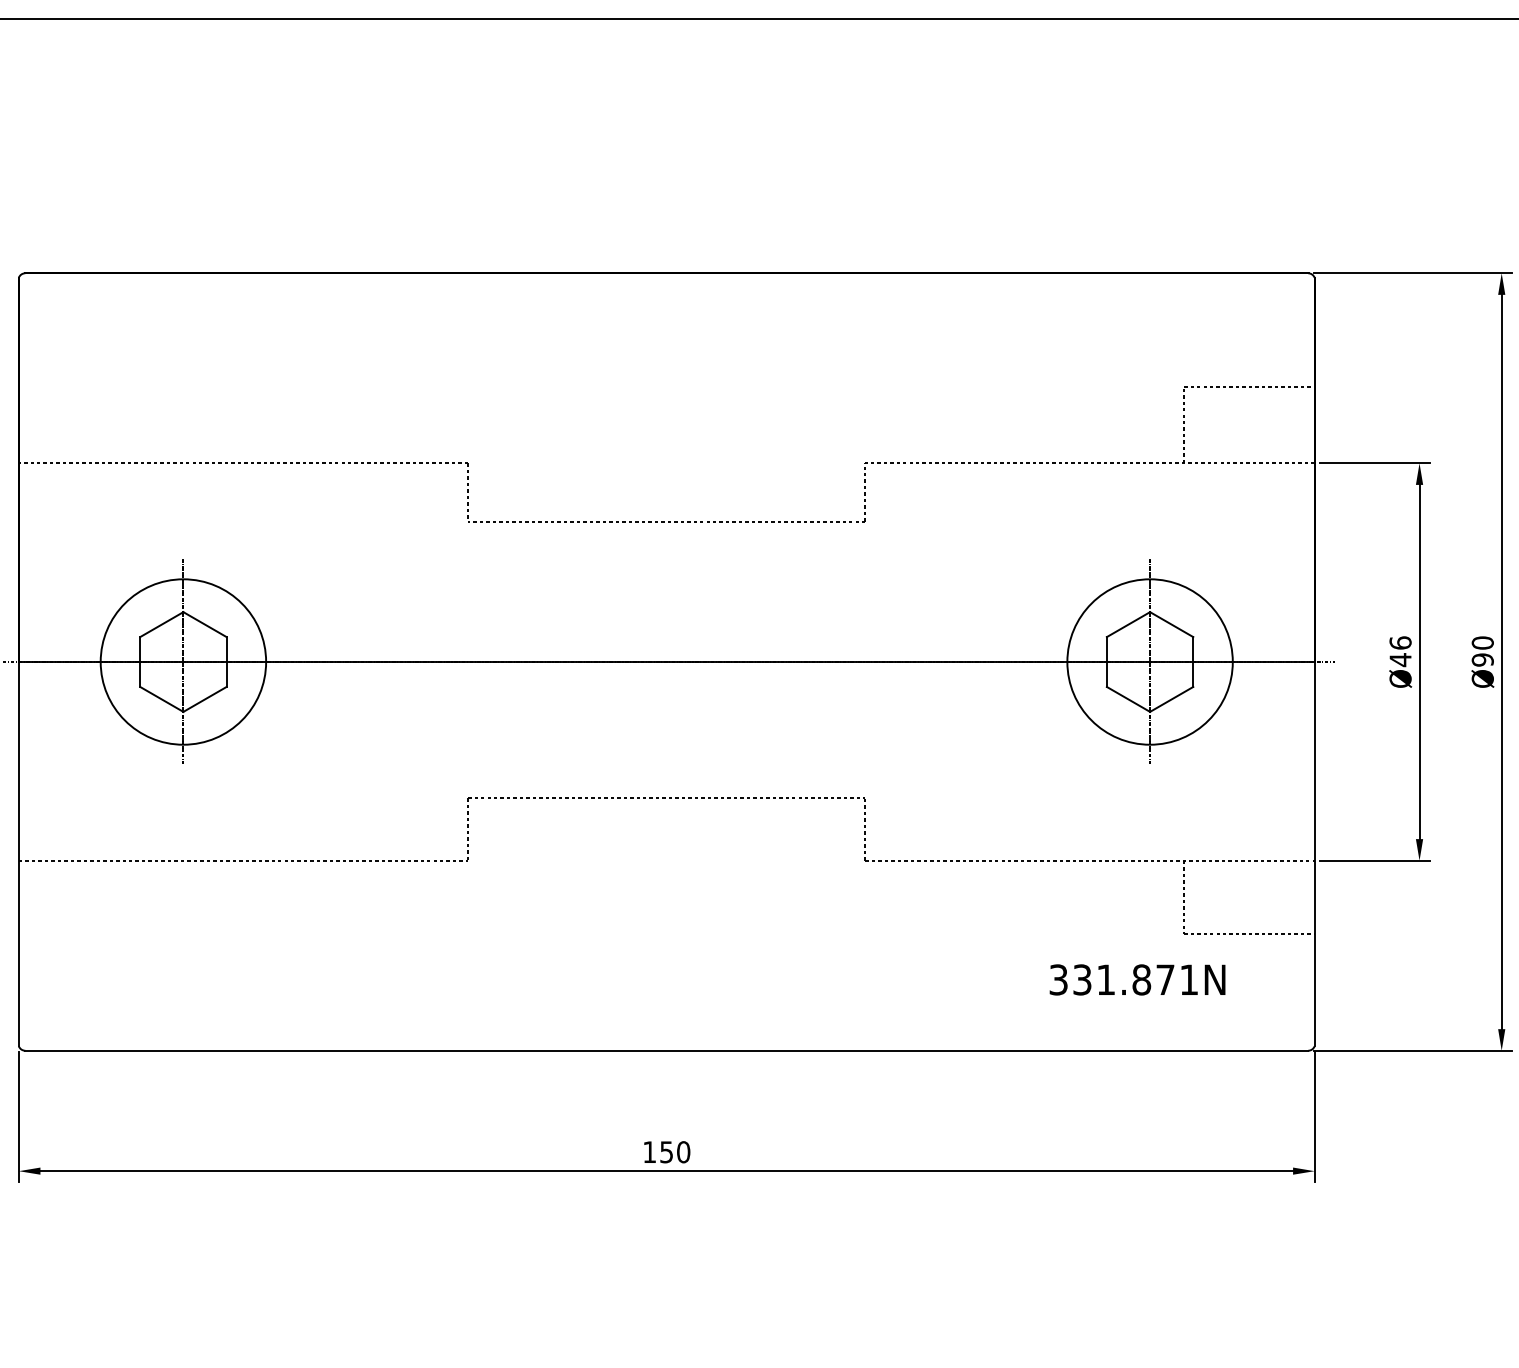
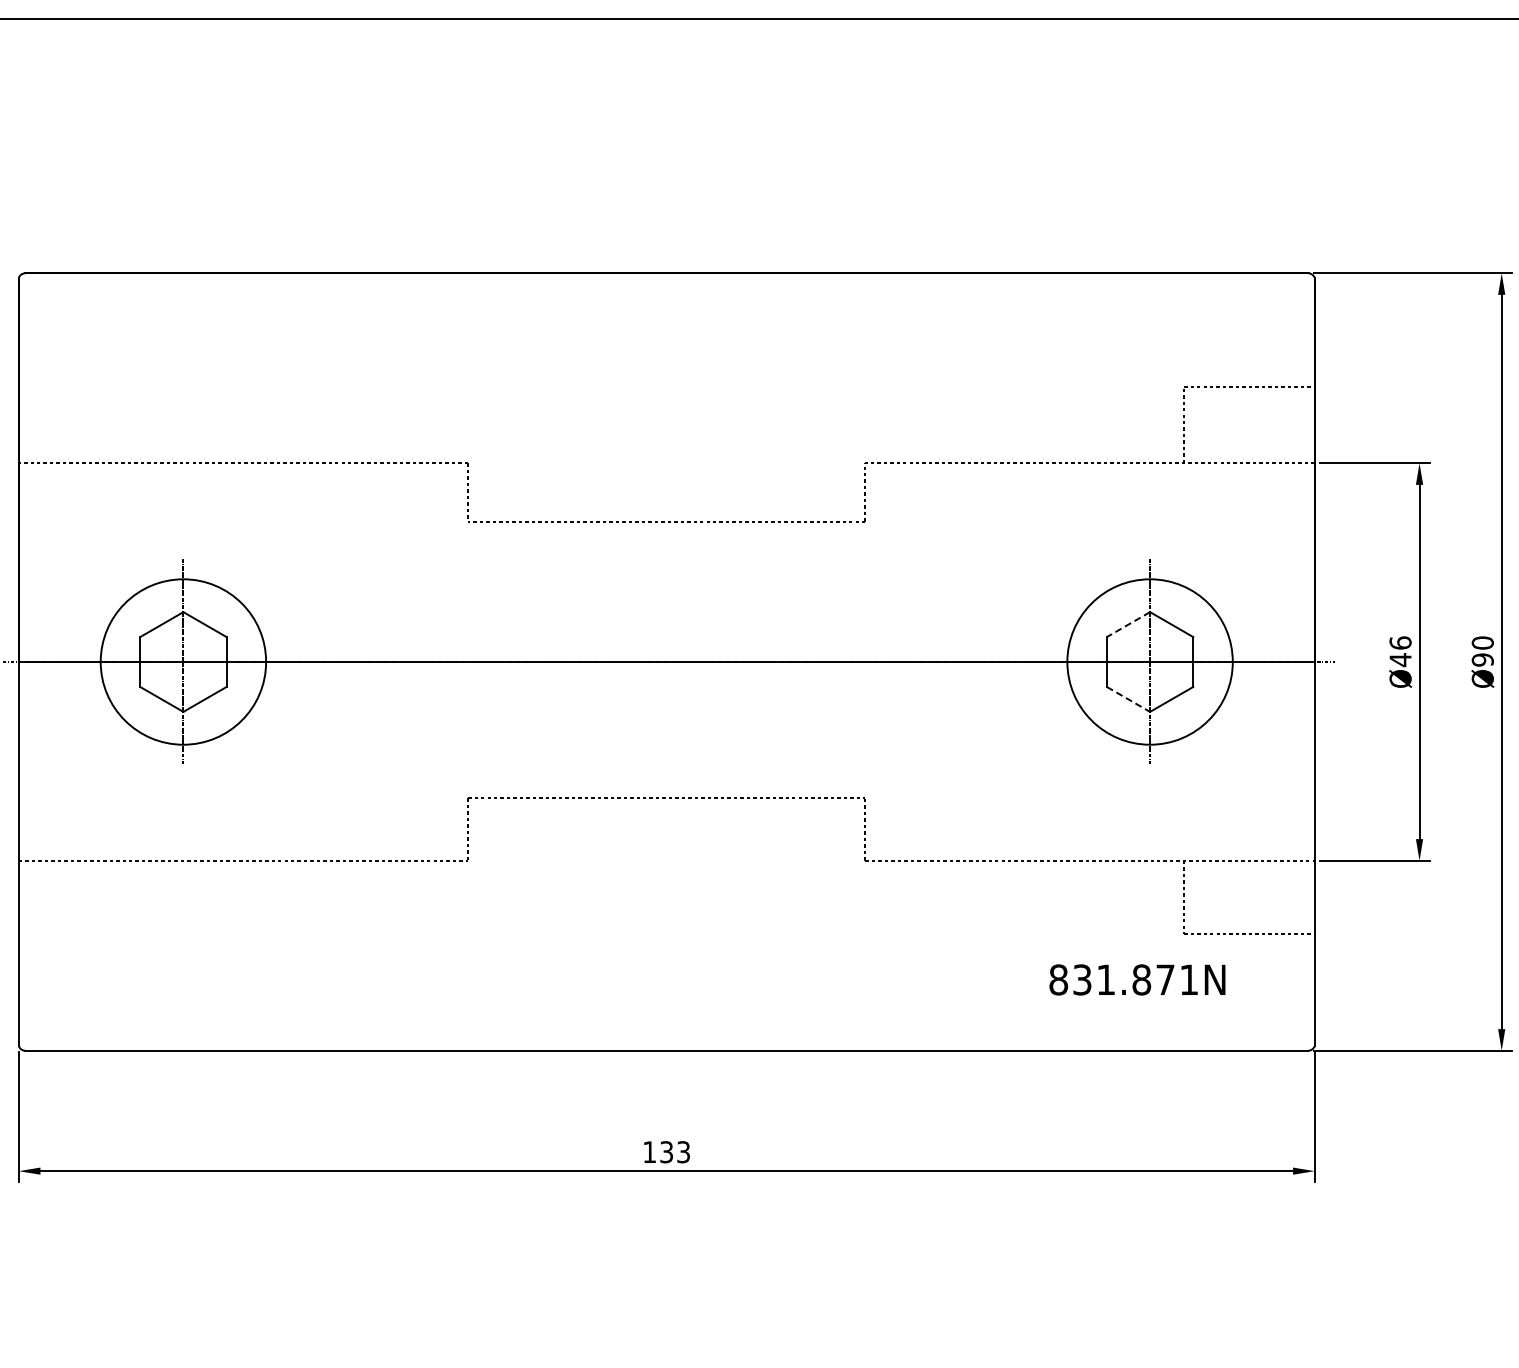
line at (1128, 624): solid -> dashed
line at (1128, 699): solid -> dashed
text at (1058, 979): 331.871N -> 831.871N
text at (675, 1152): 150 -> 133
